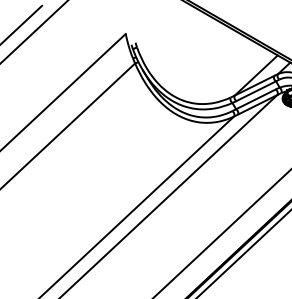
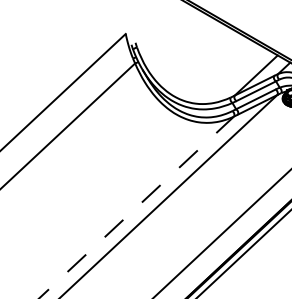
line at (22, 23): present -> none
line at (33, 32): present -> none
line at (136, 207): solid -> dashed
